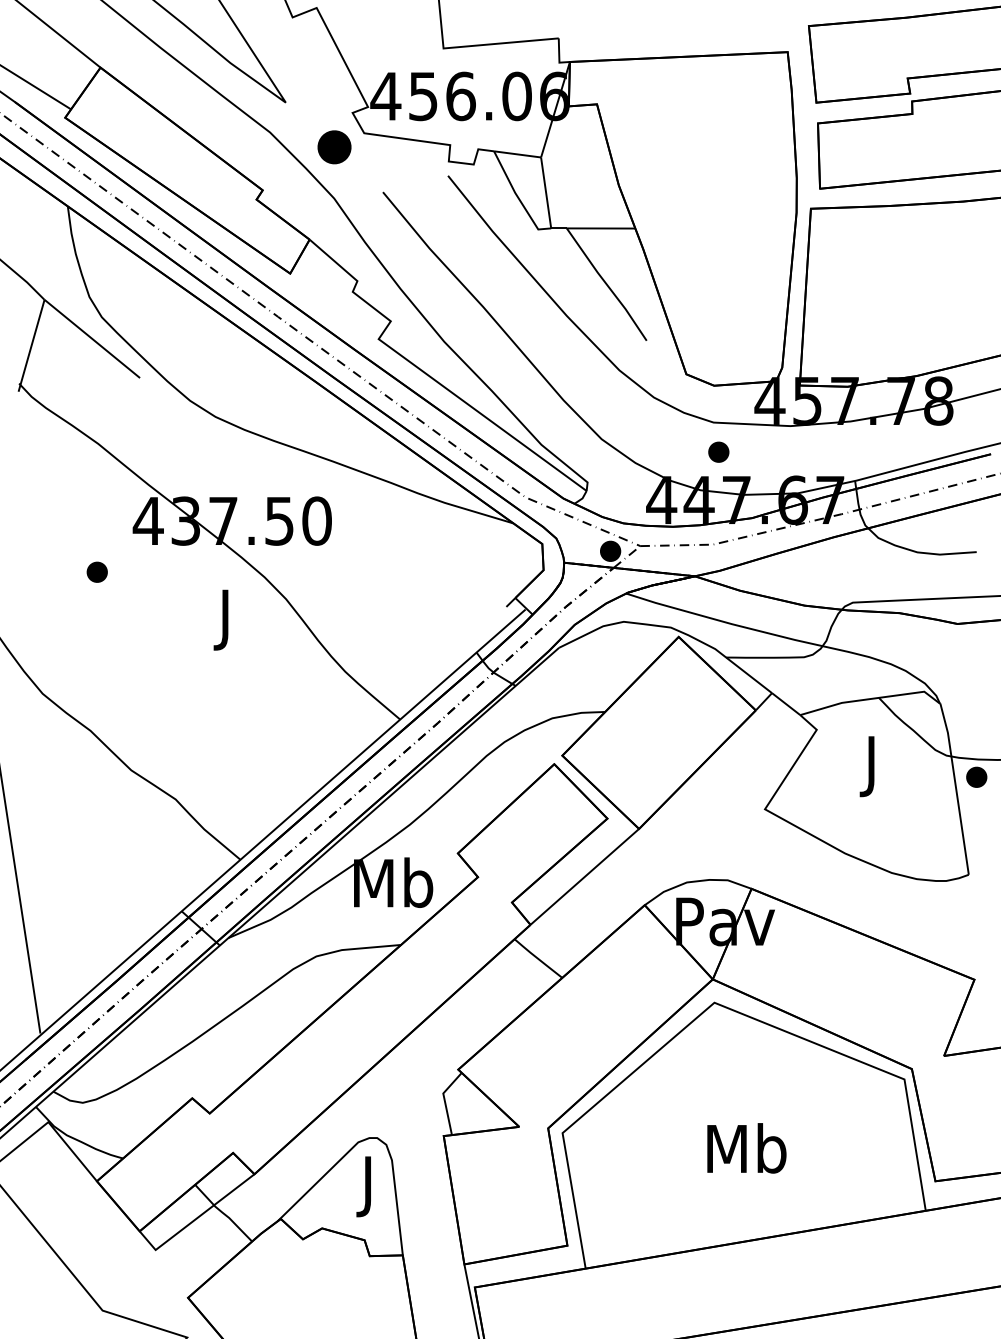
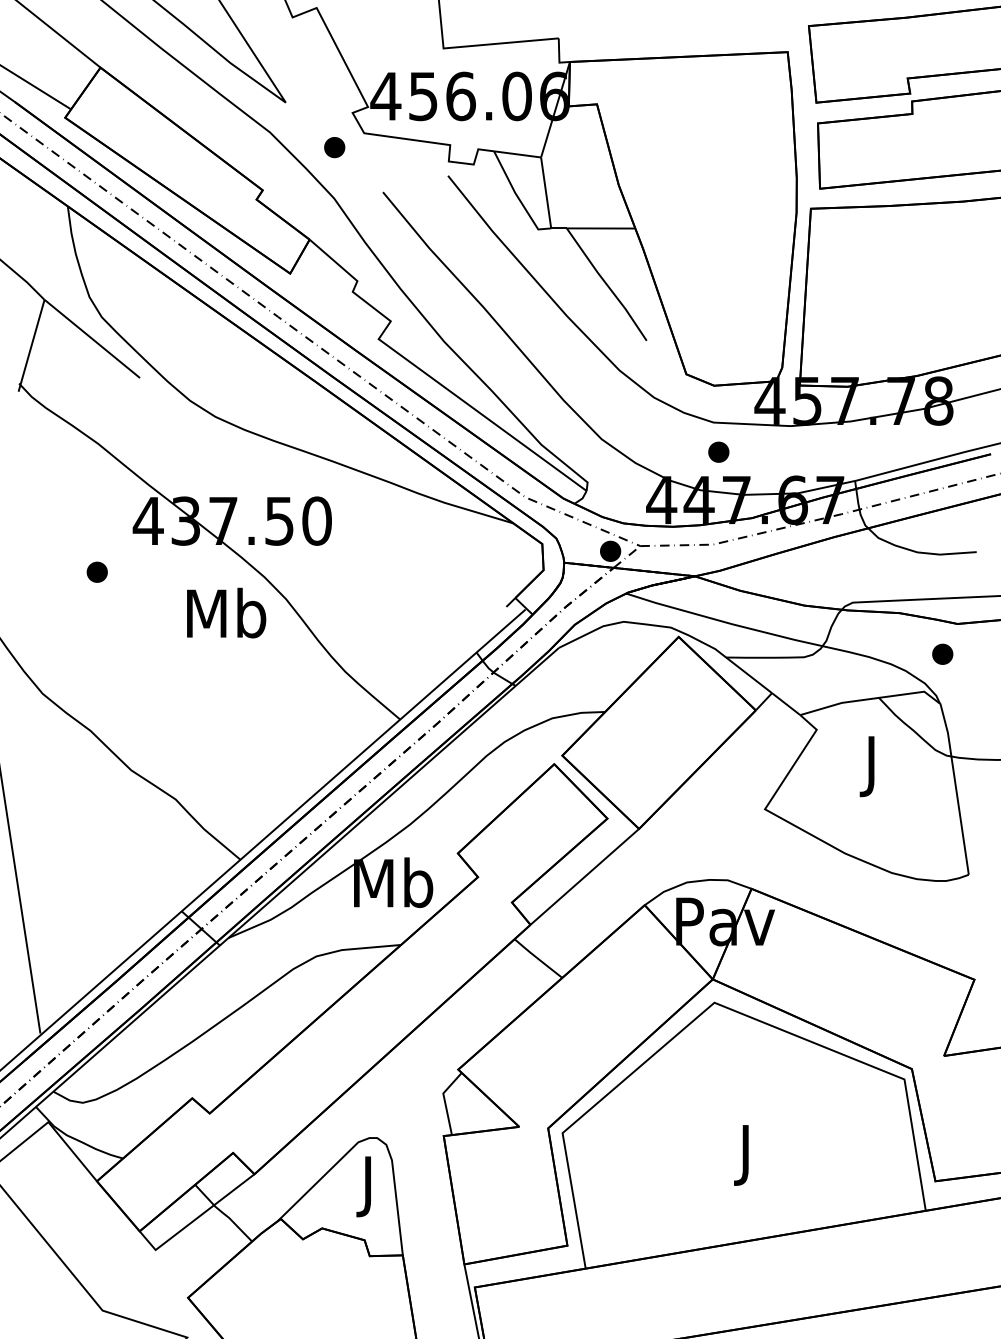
part at (334, 147) size: 35x35 px -> 22x22 px
text at (226, 618): J -> Mb
part at (976, 776) position: (976, 776) -> (942, 653)
text at (746, 1154): Mb -> J
